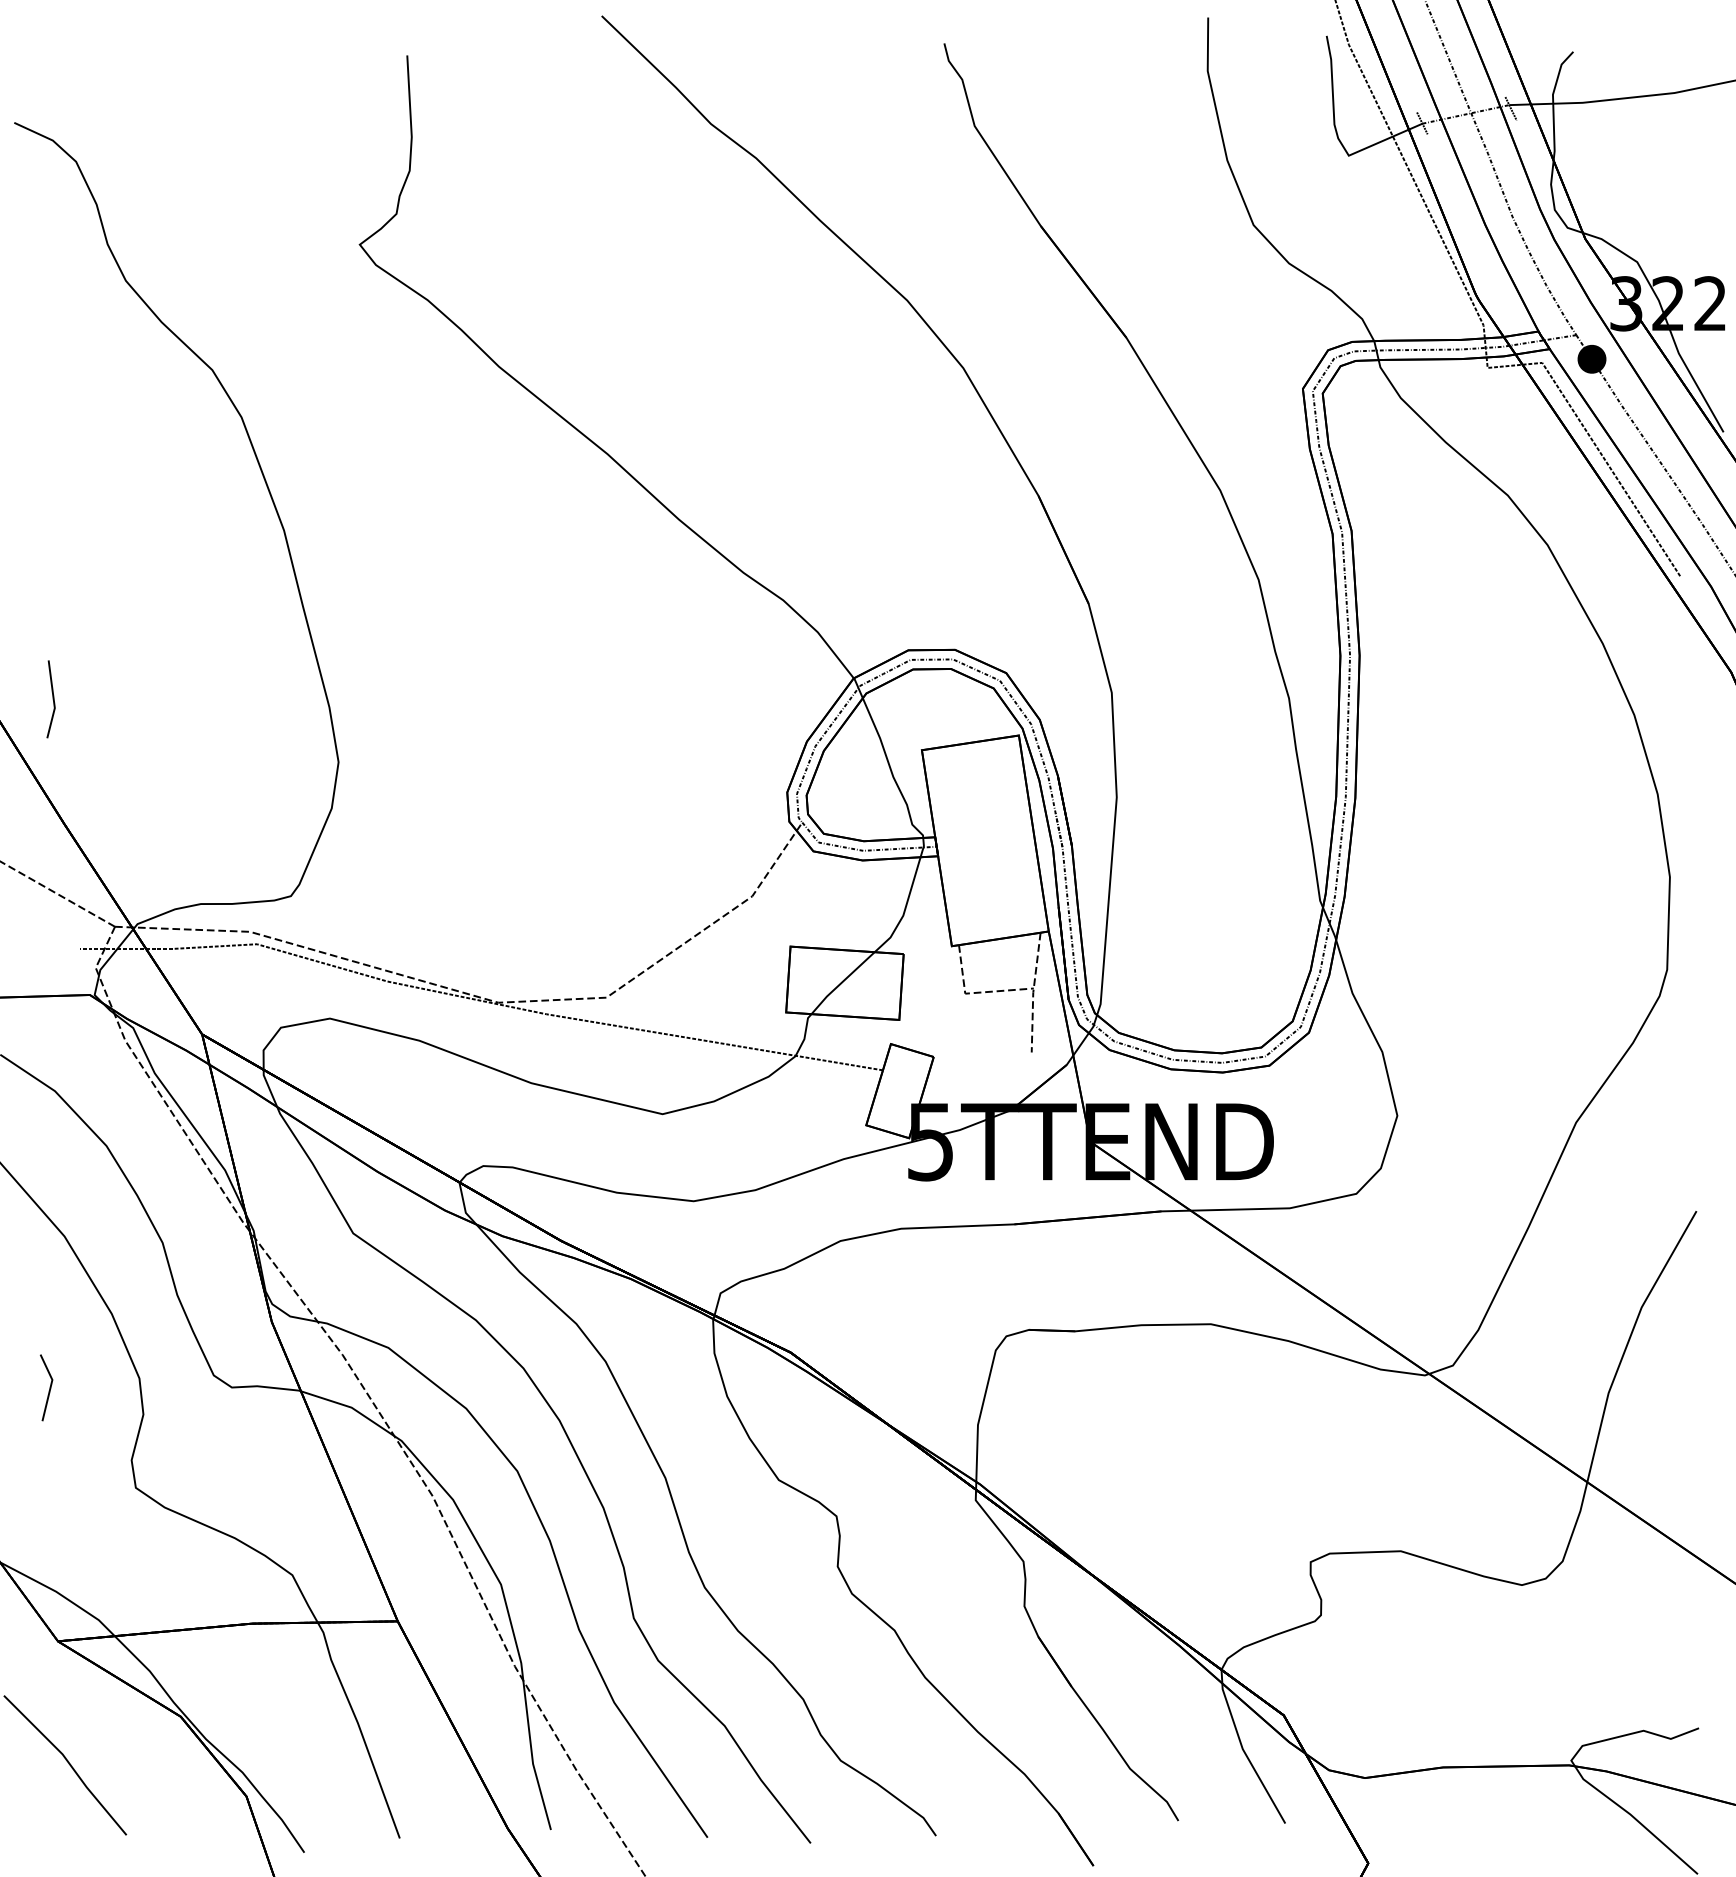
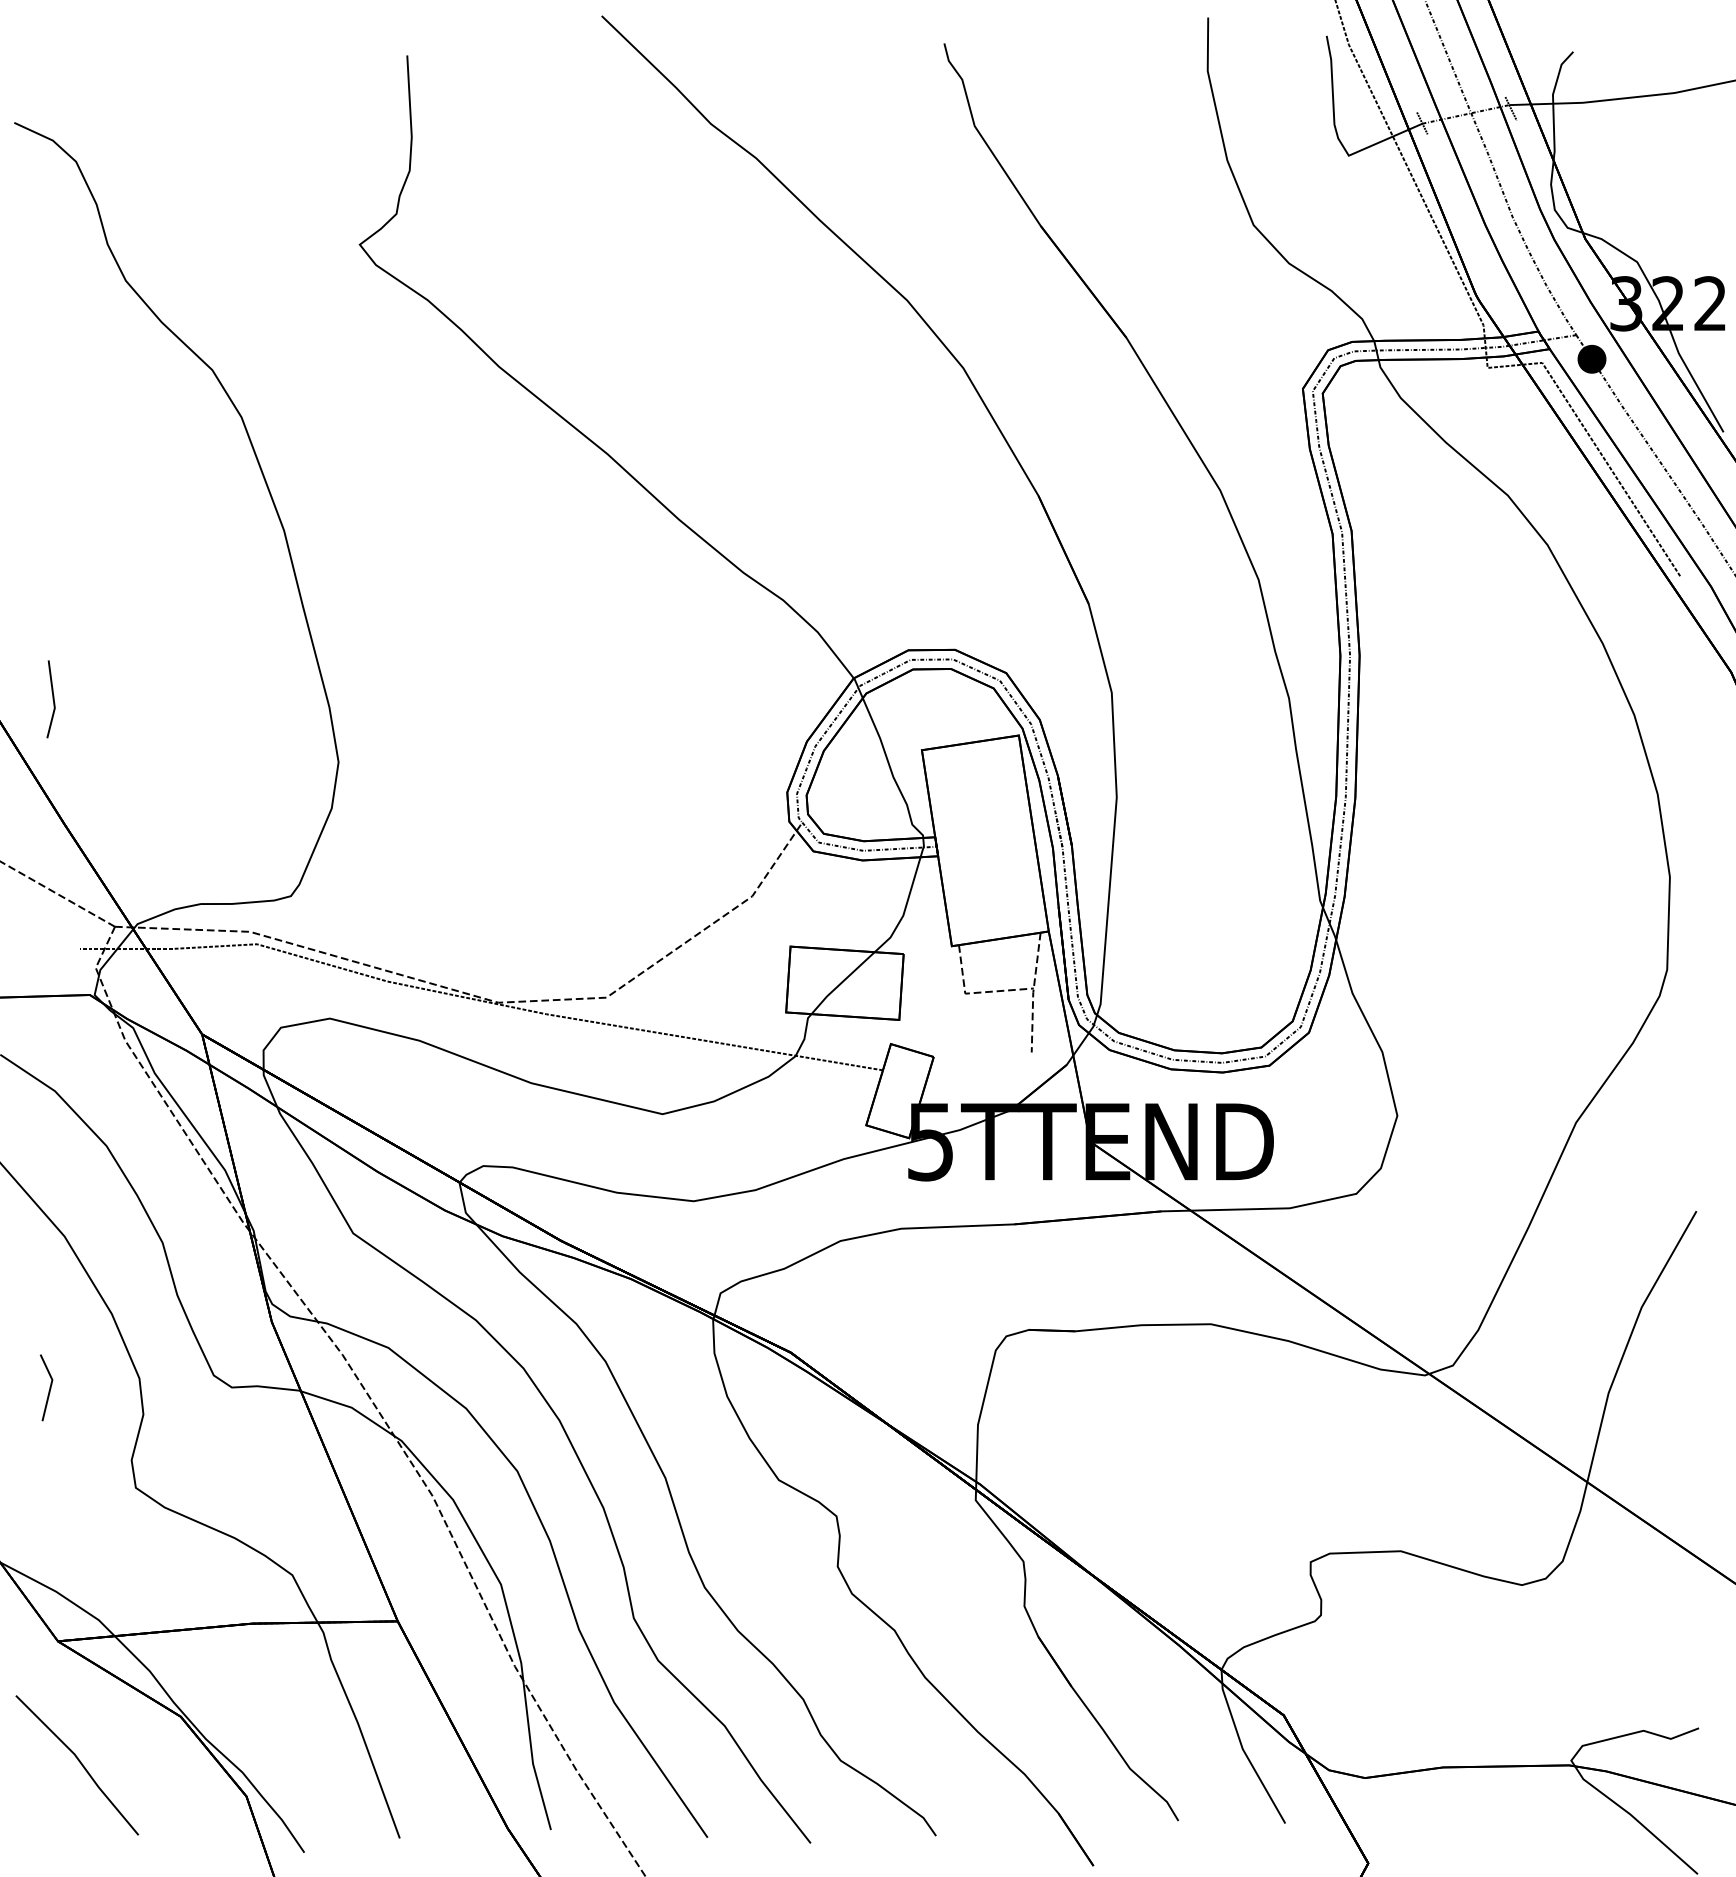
line at (68, 1764) position: (68, 1764) -> (80, 1764)
